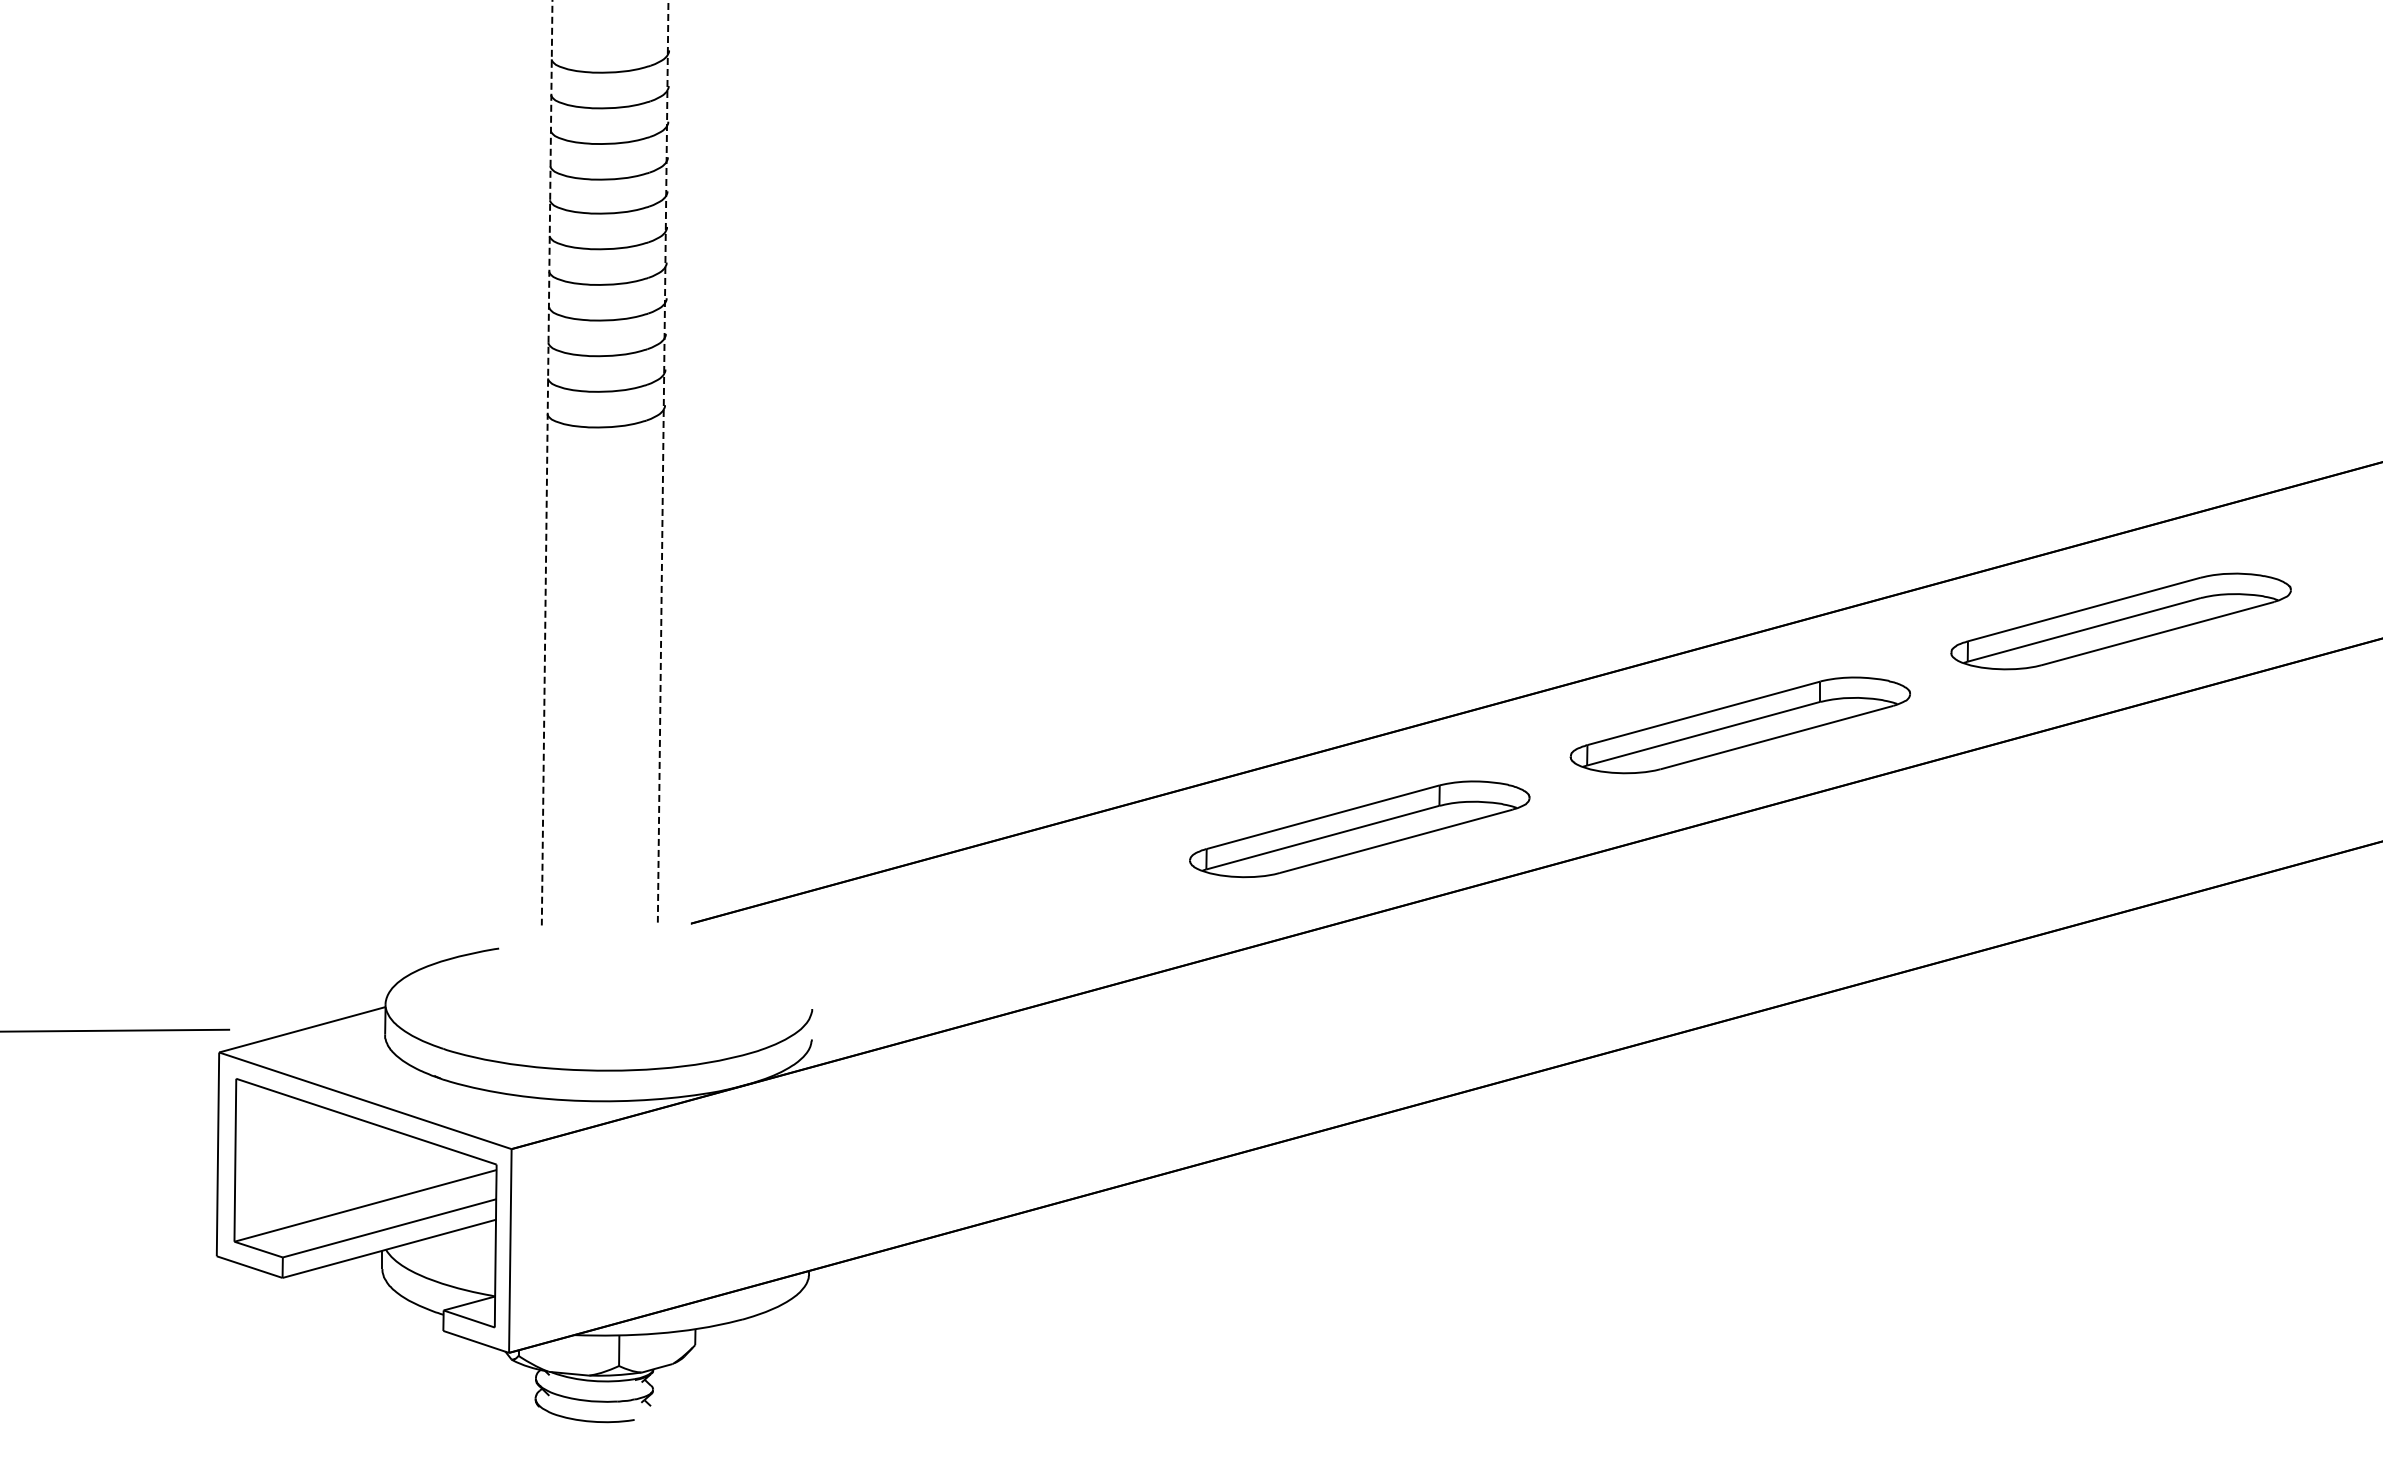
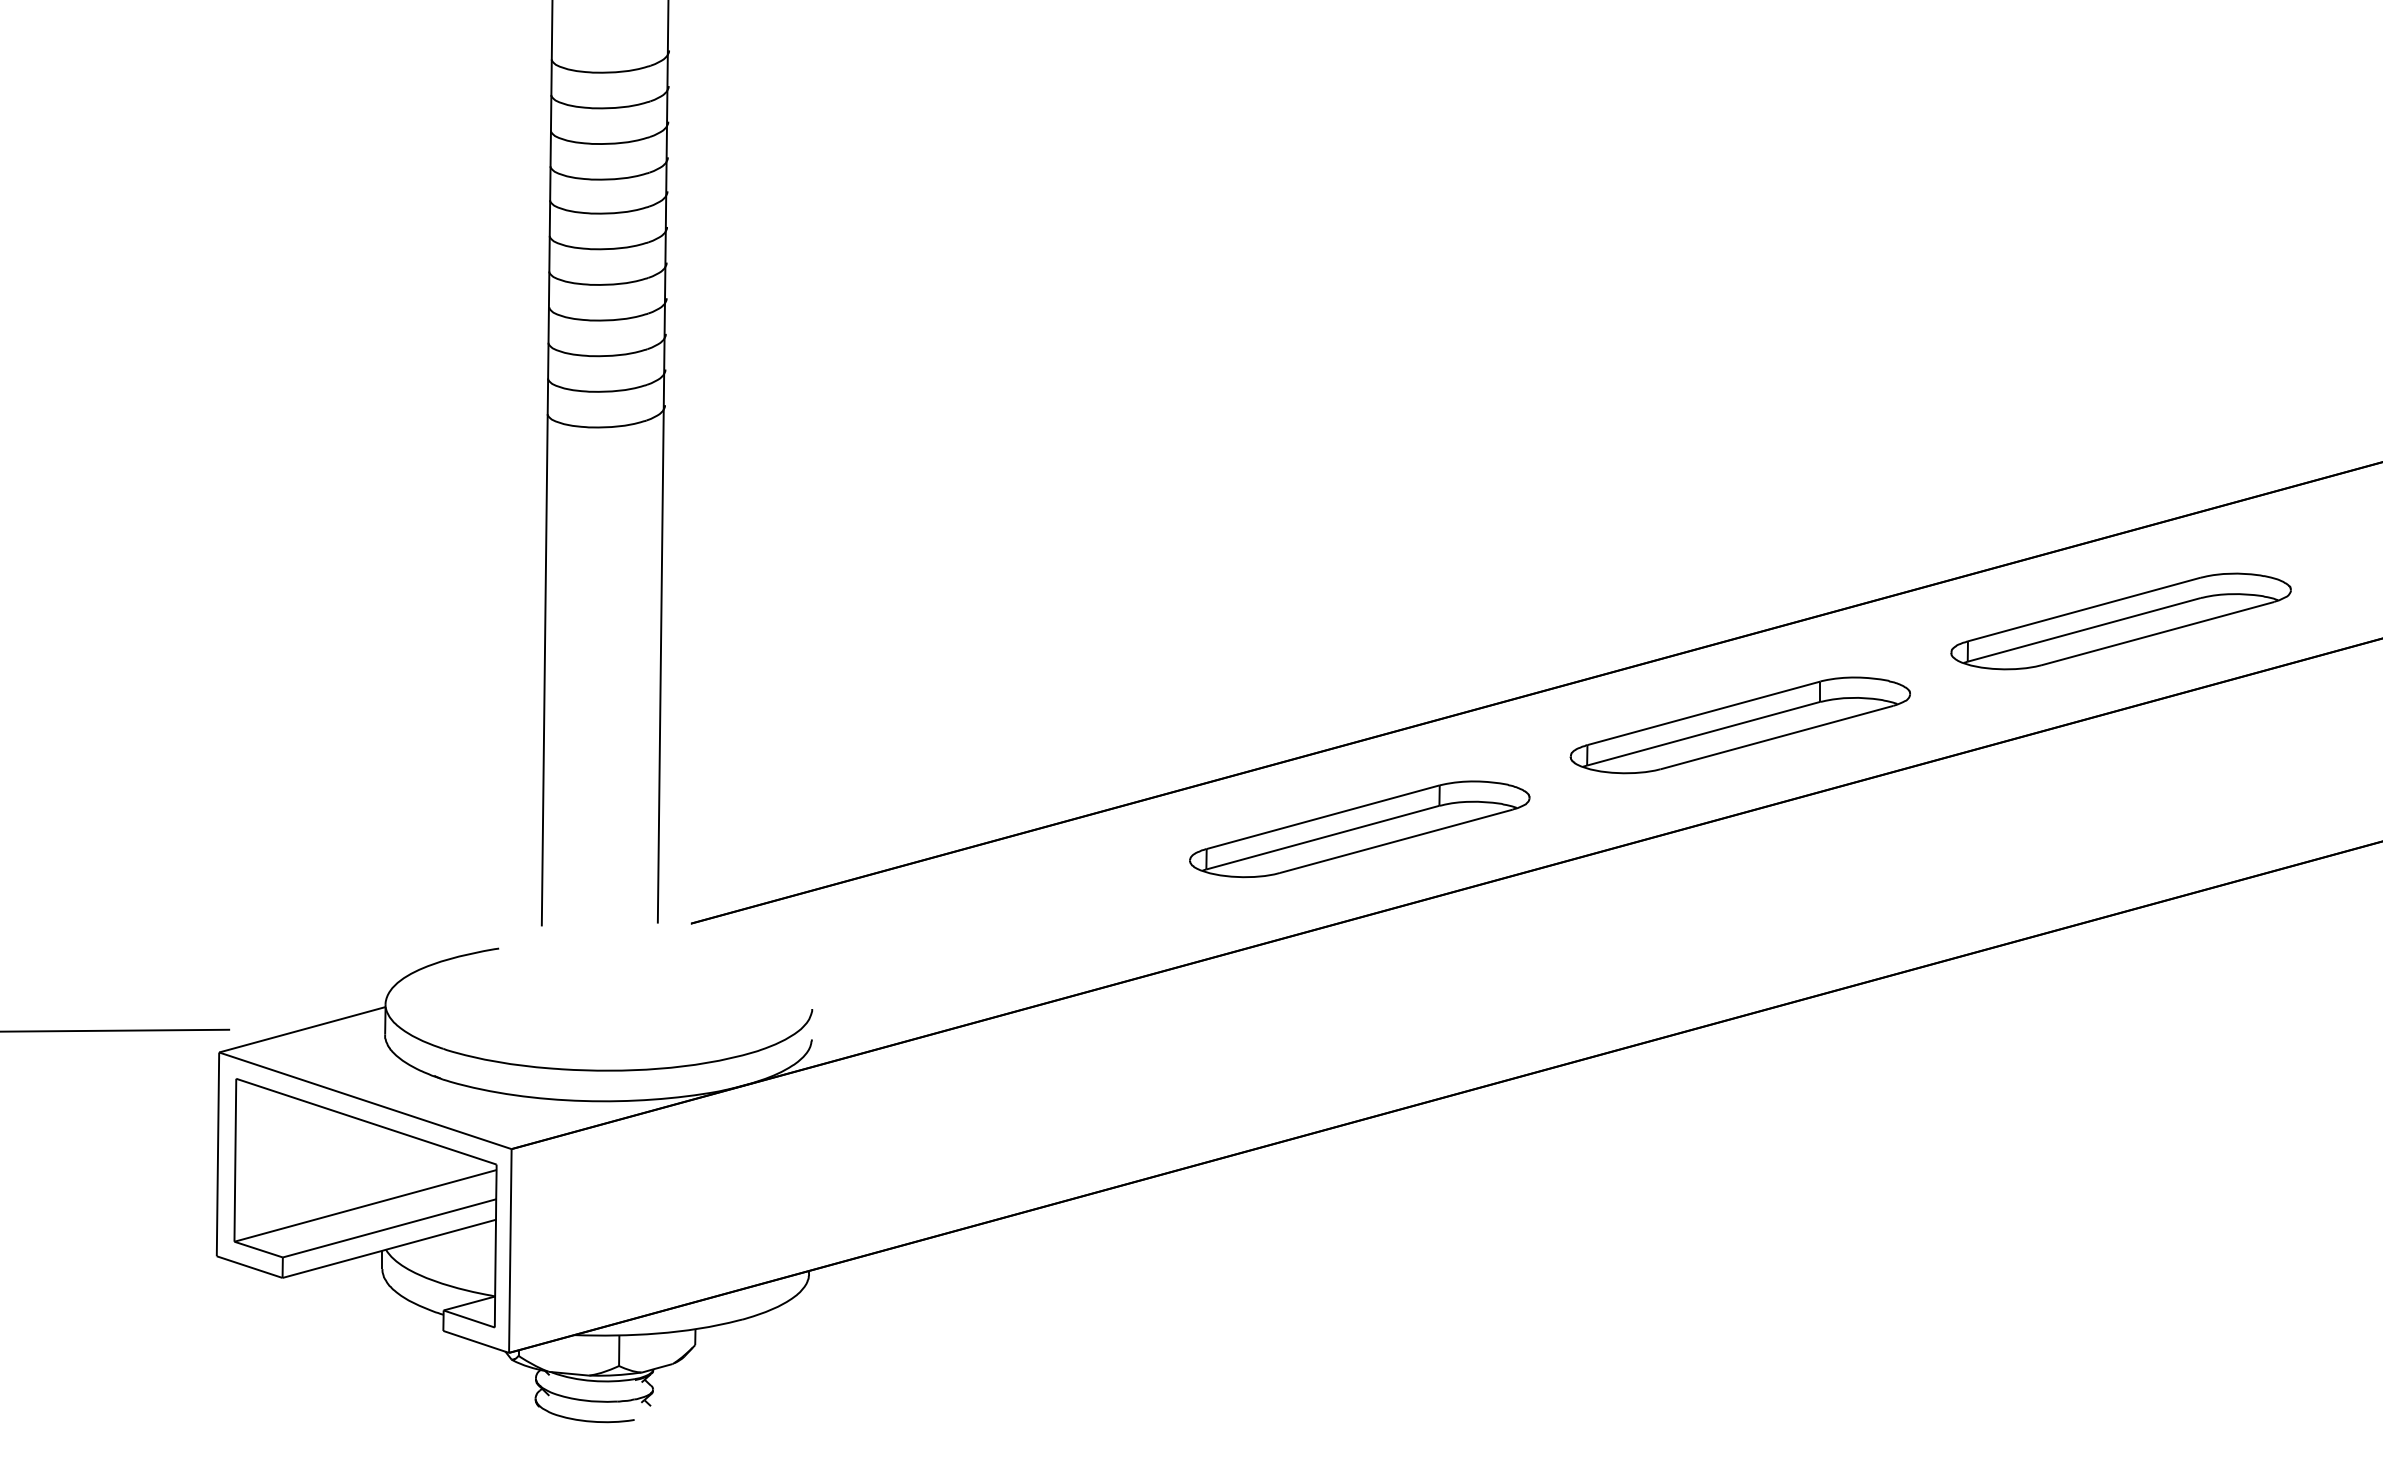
line at (663, 461): dashed -> solid
line at (547, 463): dashed -> solid
